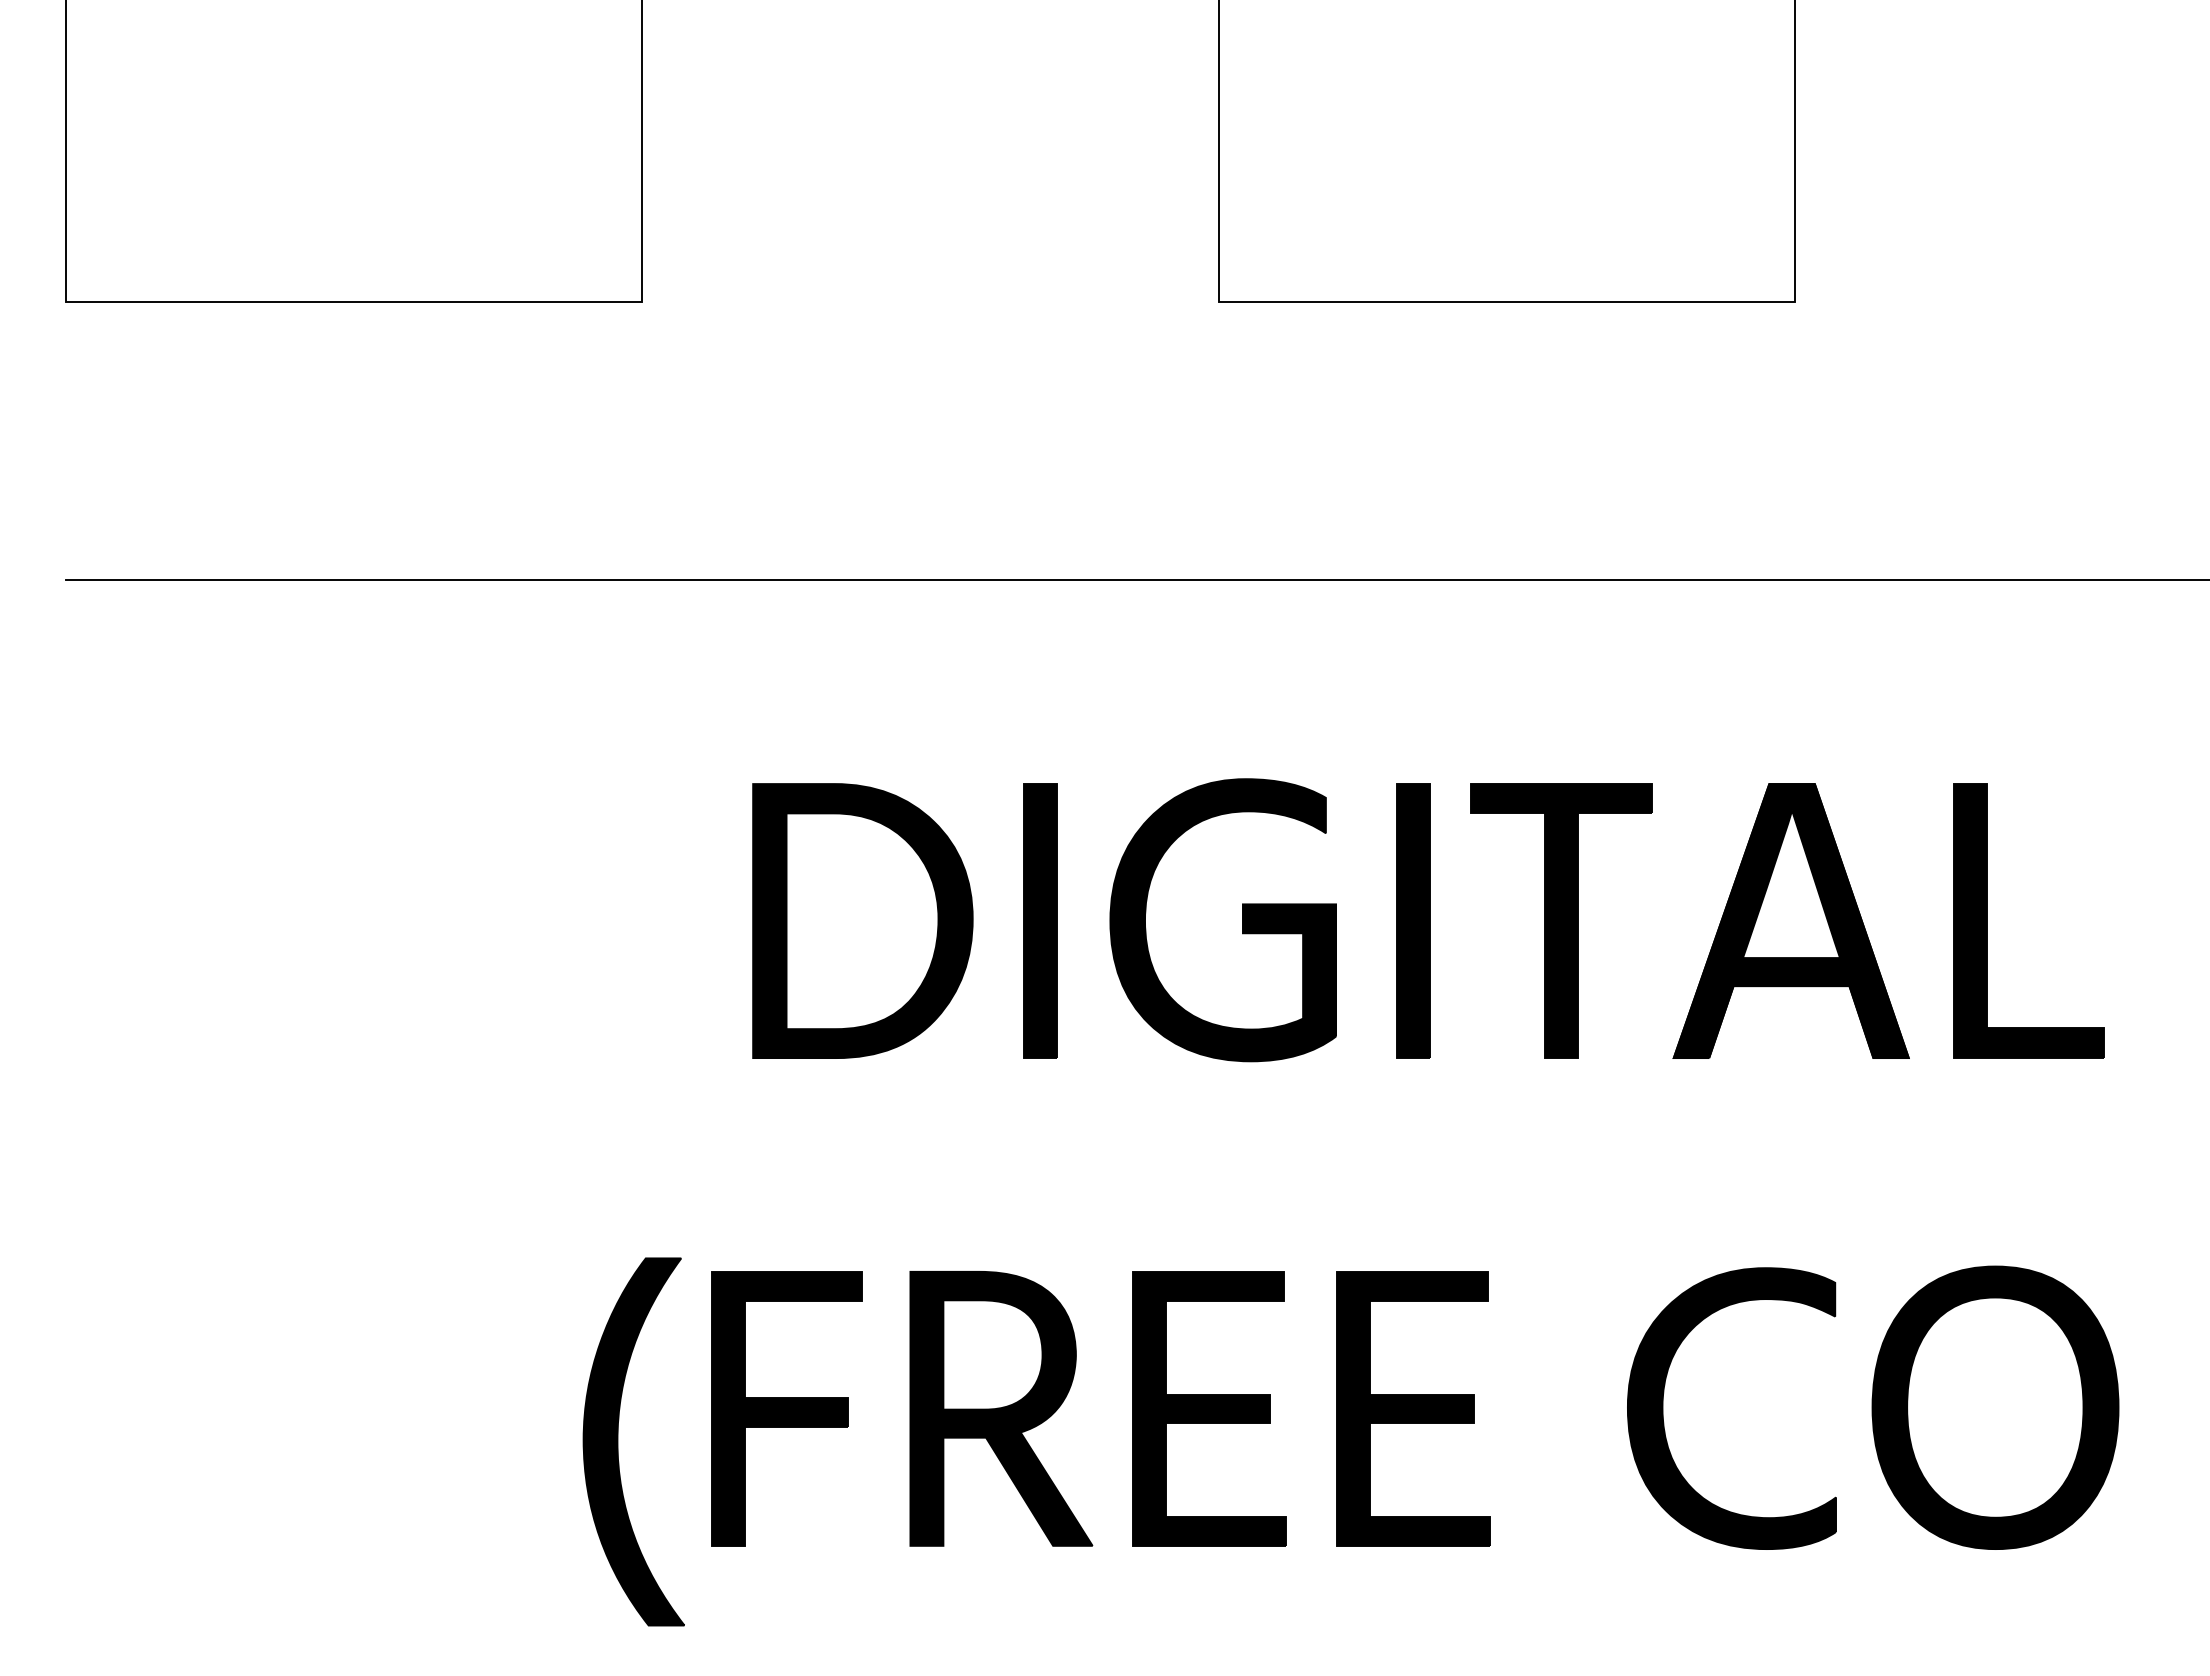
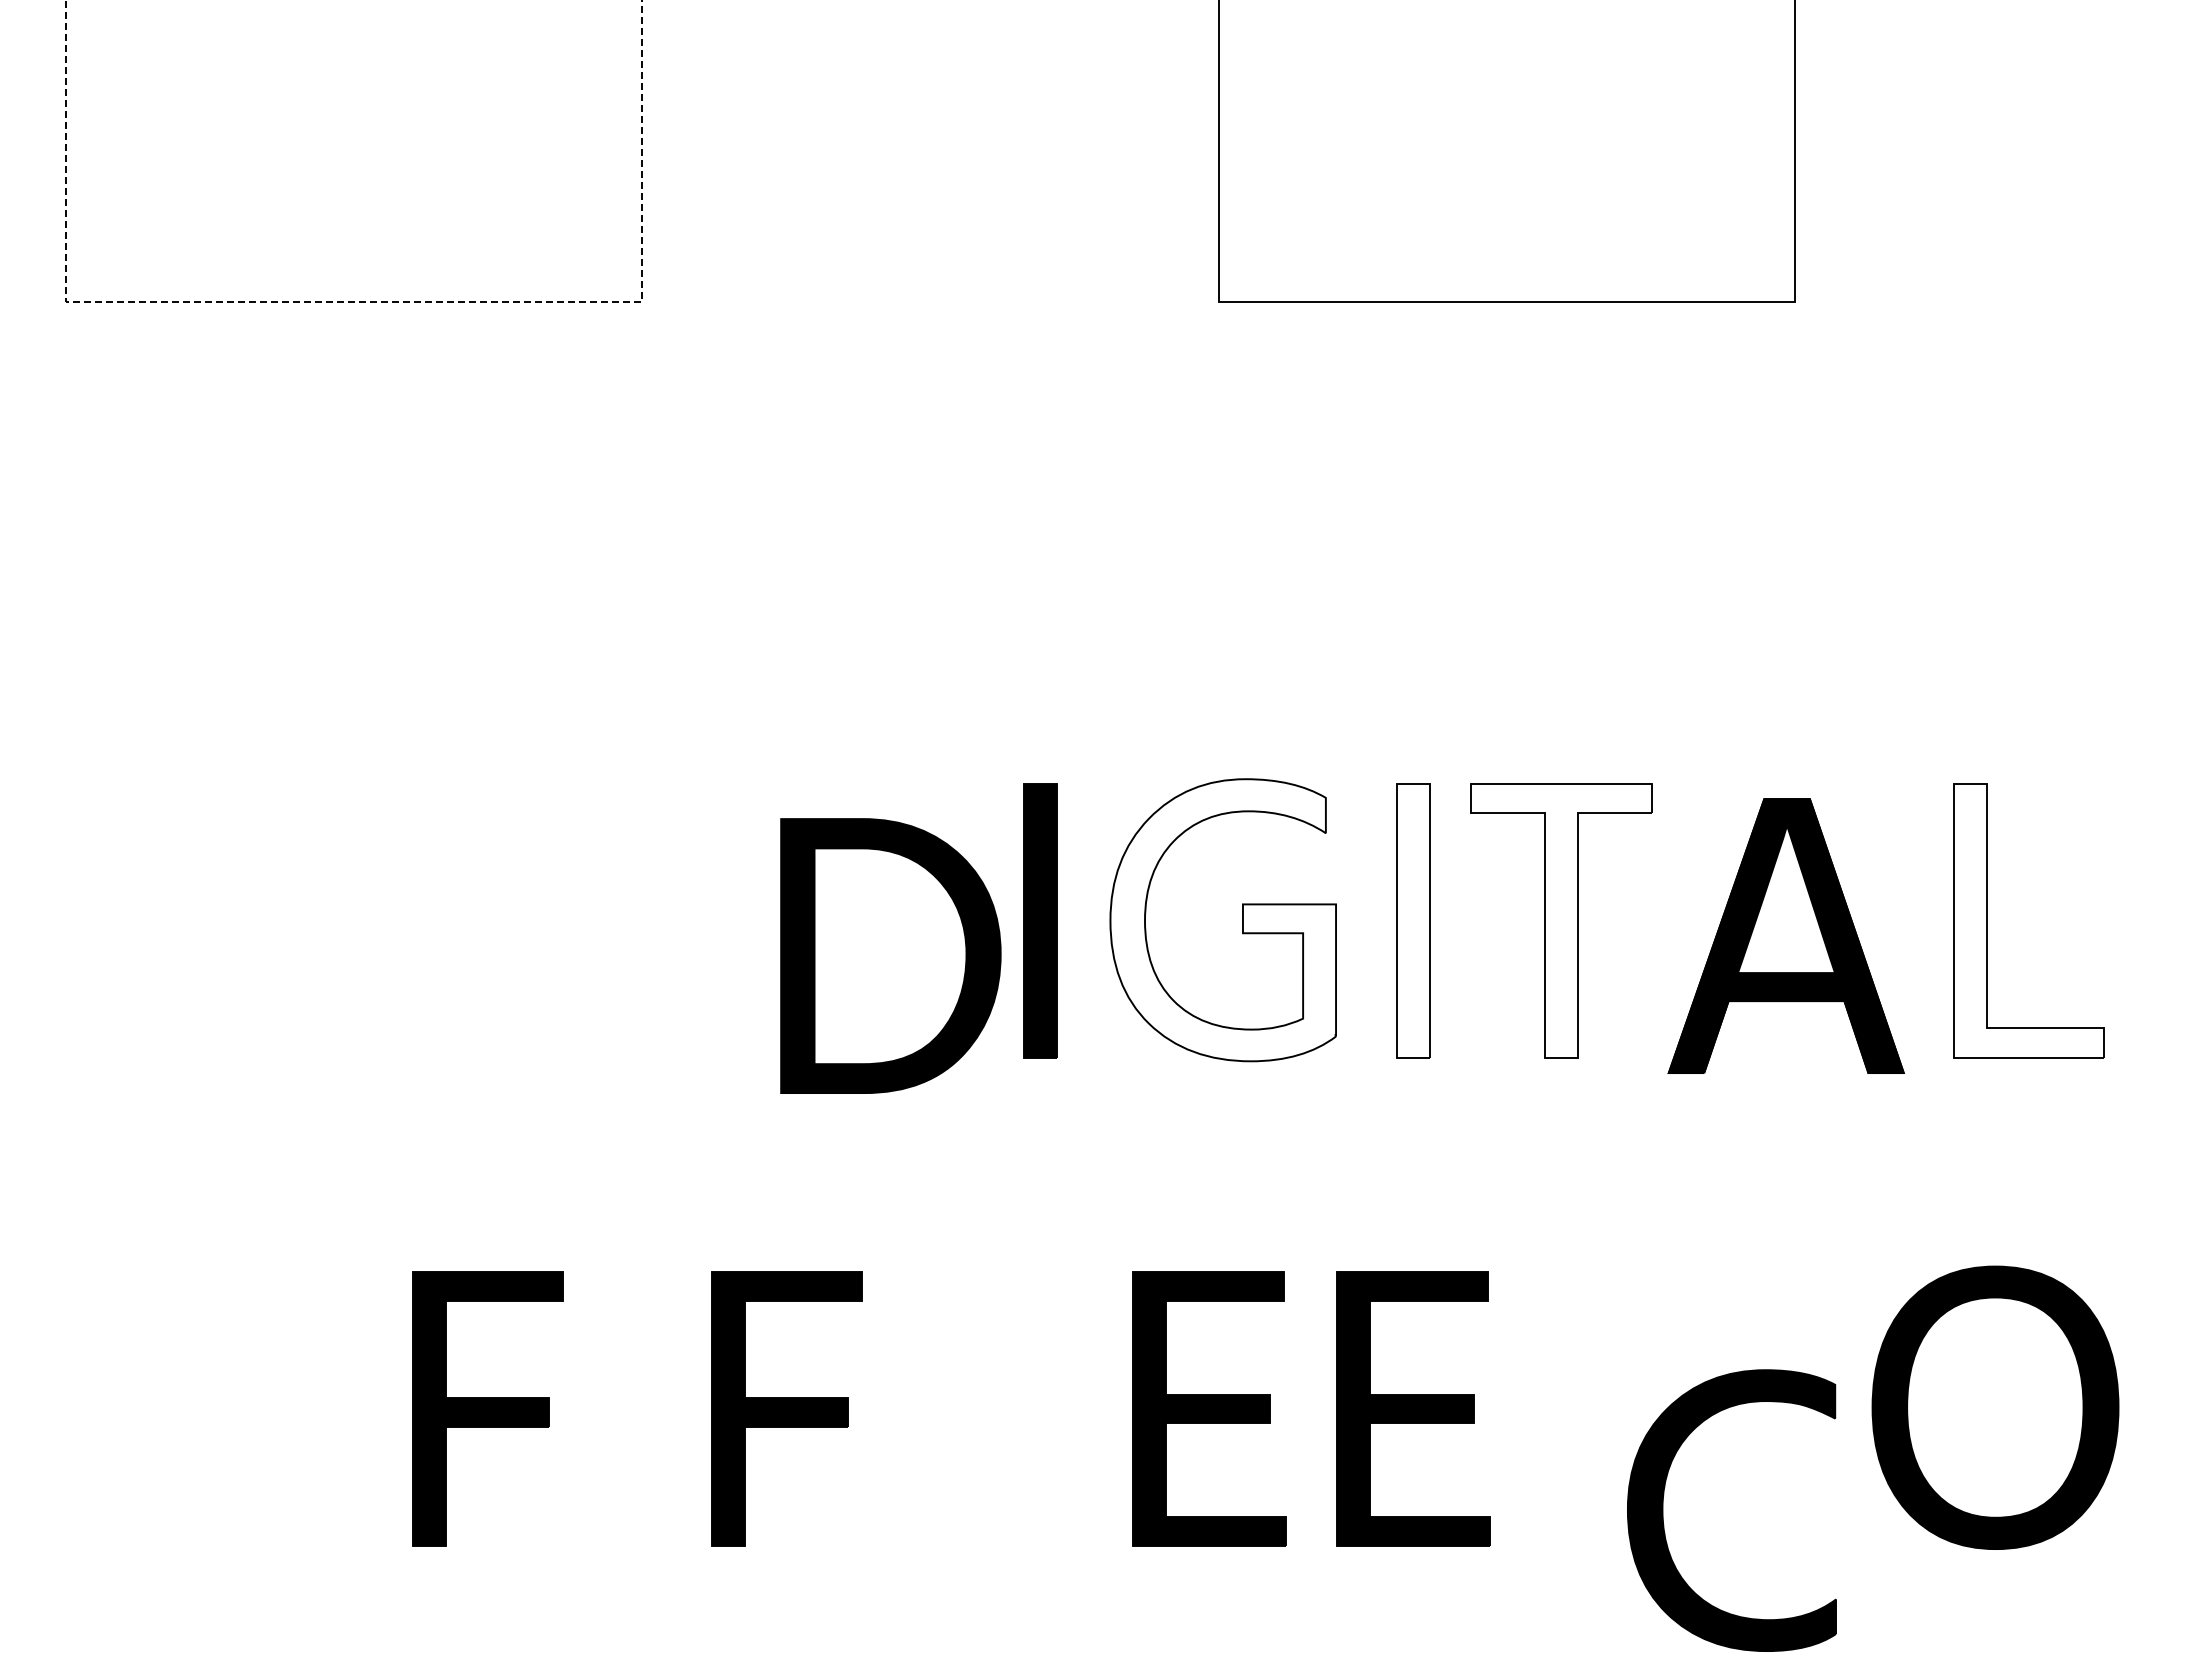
line at (353, 301): solid -> dashed
line at (1136, 580): present -> none
part at (862, 920) position: (862, 920) -> (890, 955)
fill at (1223, 920): present -> none
part at (1790, 920) position: (1790, 920) -> (1785, 935)
fill at (1413, 921): present -> none
fill at (1561, 921): present -> none
fill at (2028, 921): present -> none
part at (487, 1408): none -> present
part at (1001, 1408): present -> none
part at (1663, 1408) position: (1663, 1408) -> (1663, 1510)
part at (618, 1441): present -> none
